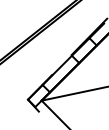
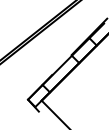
line at (73, 93): present -> none
